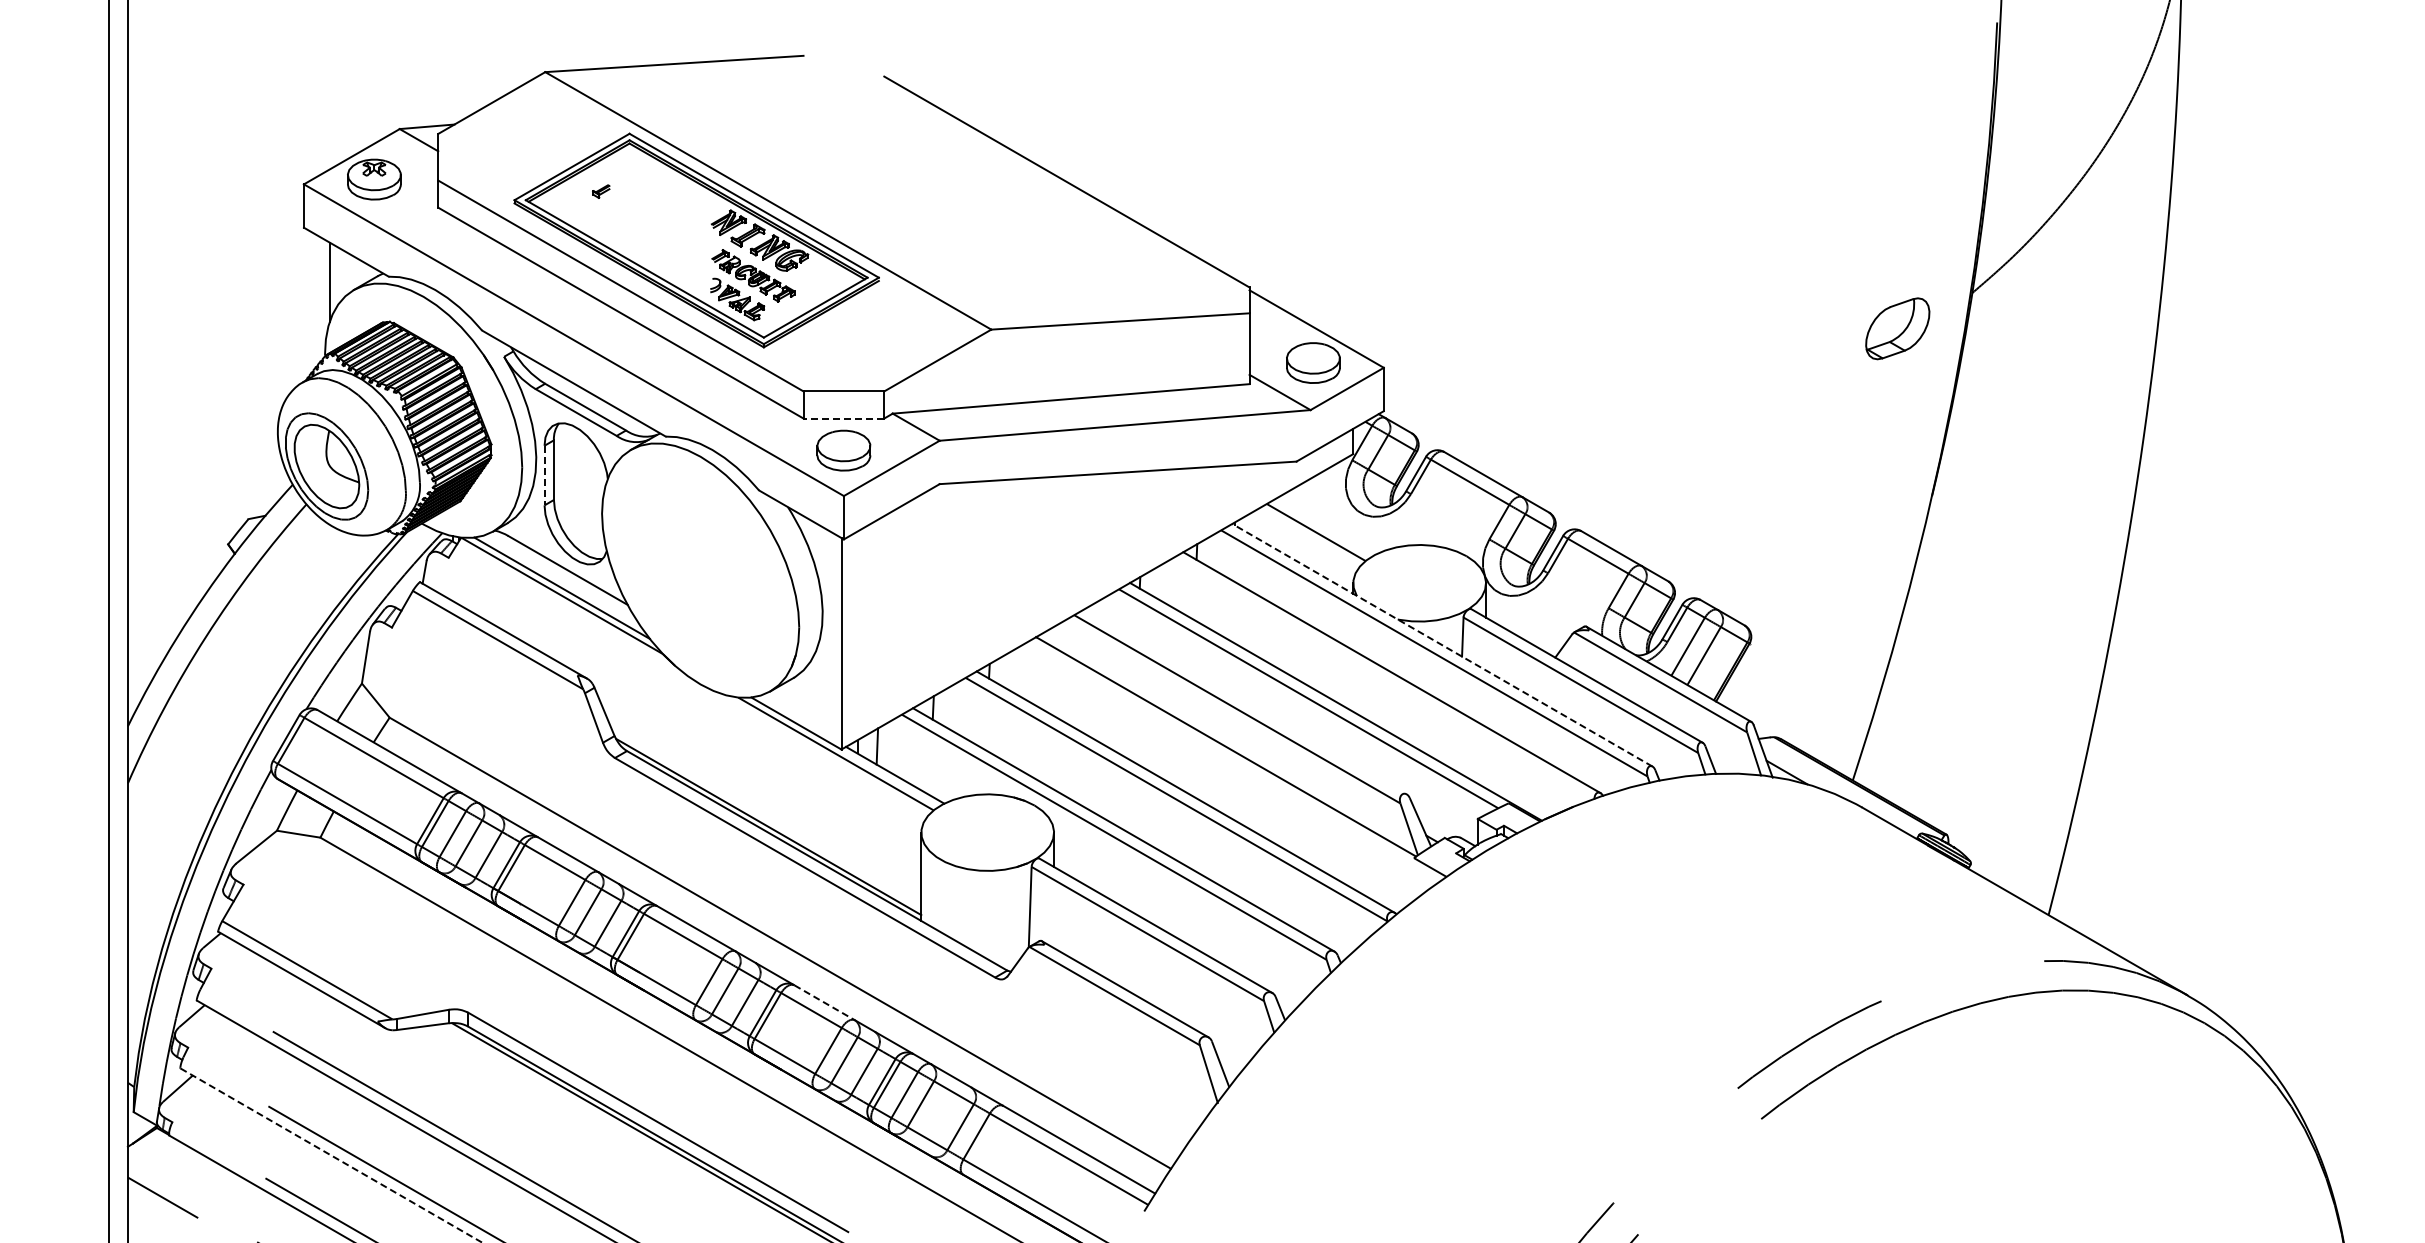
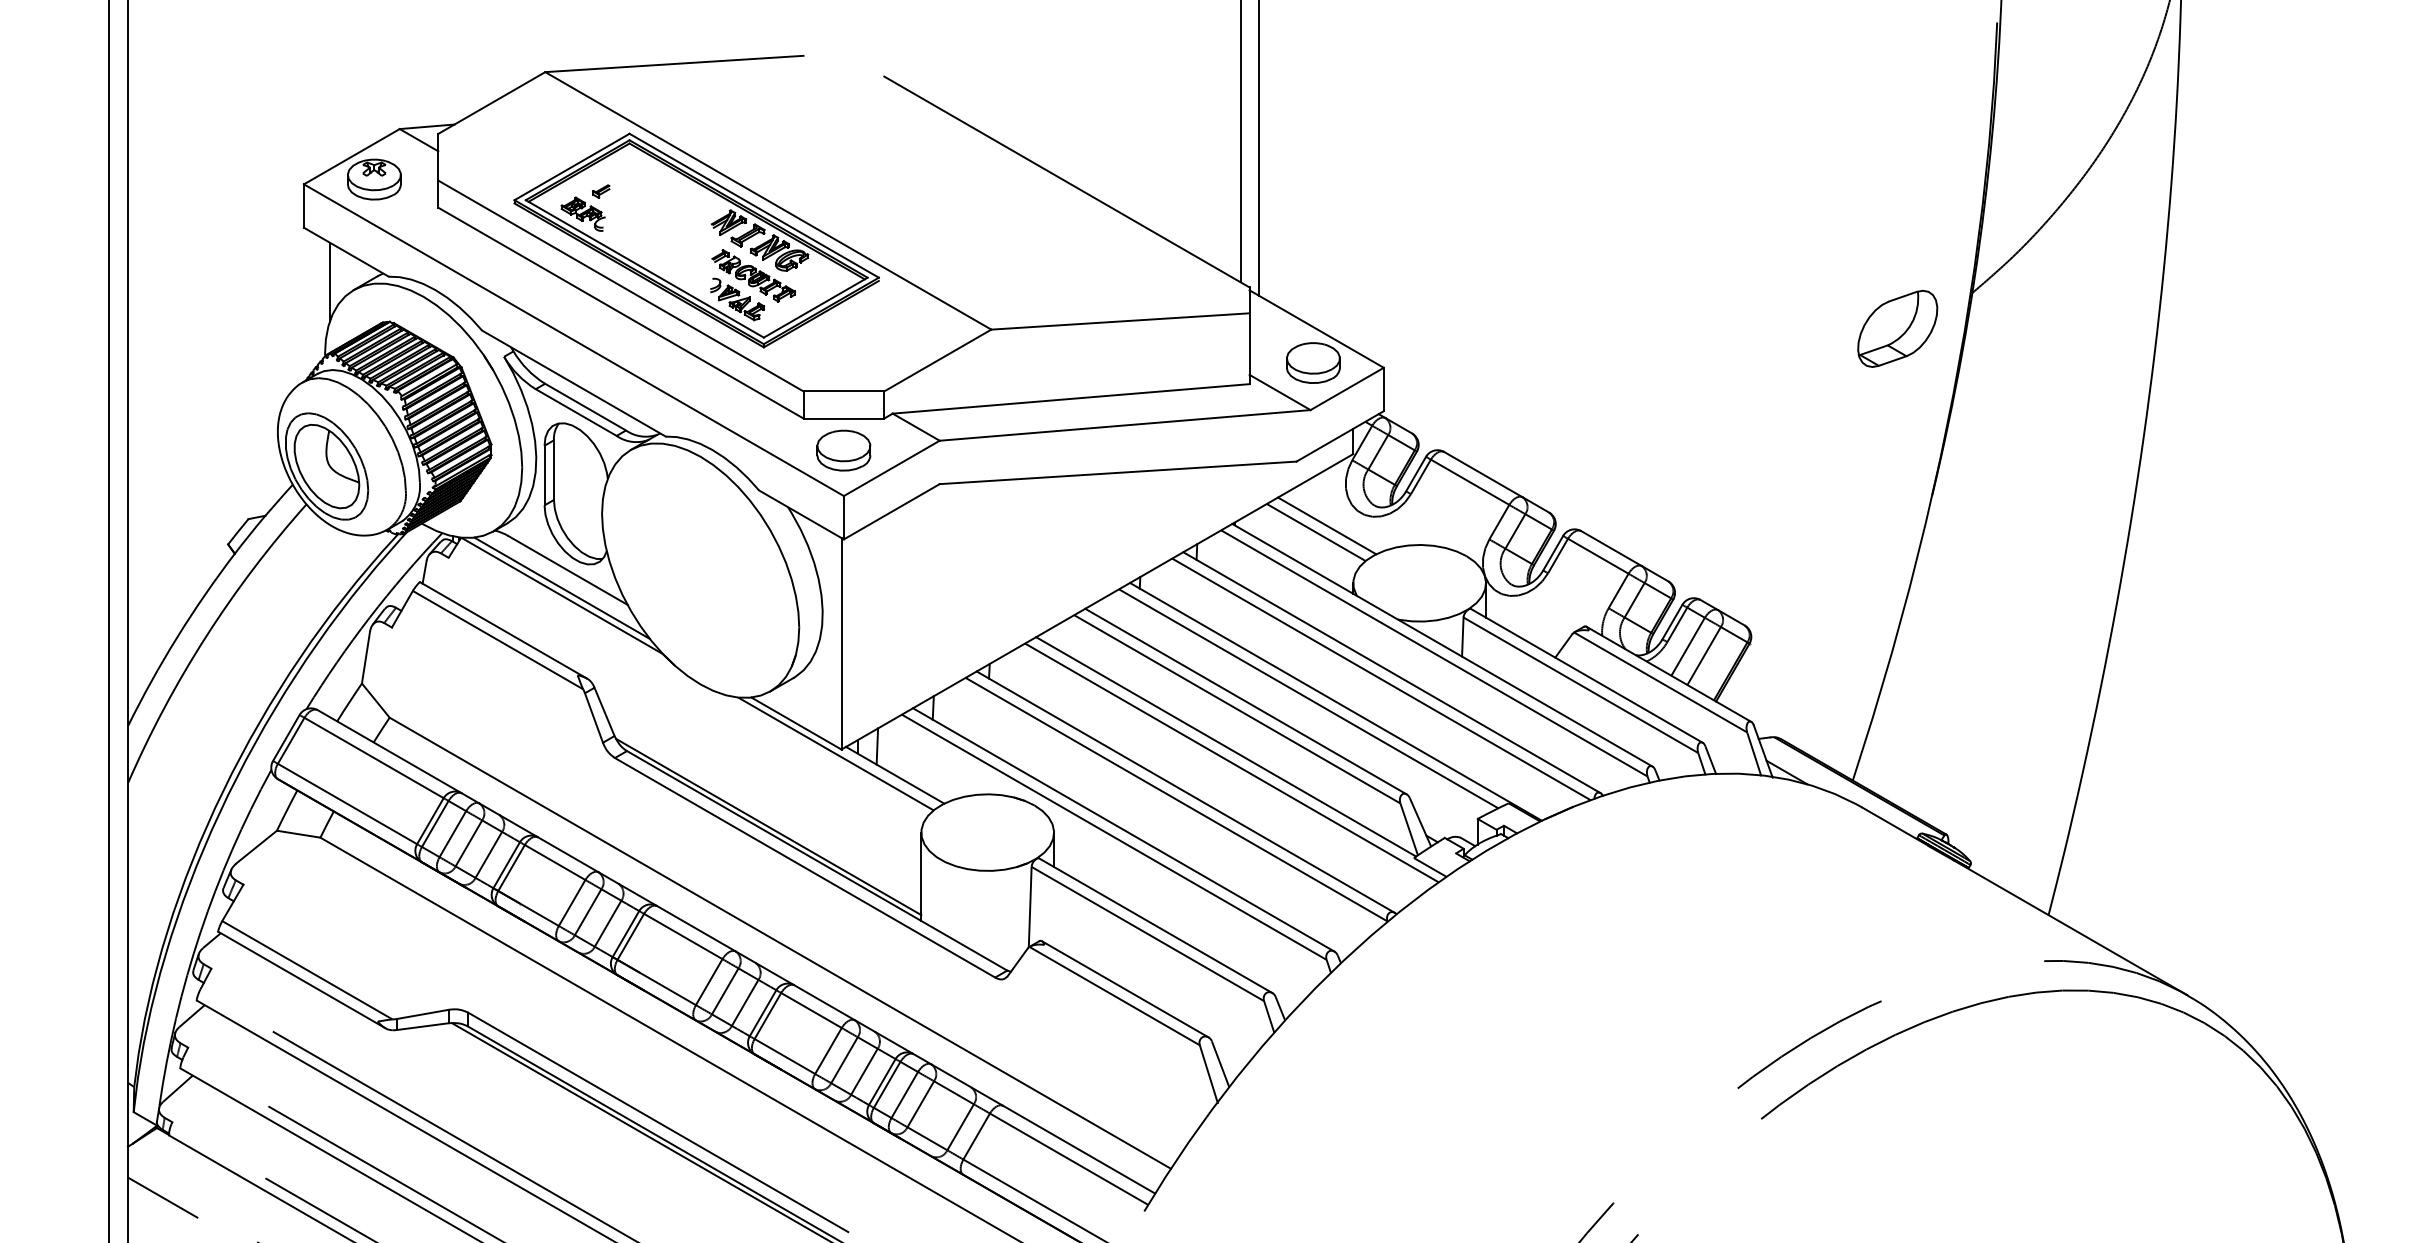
line at (1240, 142): none -> present
line at (1259, 148): none -> present
part at (582, 213): none -> present
part at (1897, 328) size: 66x64 px -> 82x79 px
line at (843, 418): dashed -> solid
line at (544, 475): dashed -> solid
line at (1327, 525): none -> present
line at (1442, 645): dashed -> solid
line at (1381, 679): none -> present
line at (1245, 701): none -> present
line at (1231, 762): none -> present
line at (824, 1002): dashed -> solid
line at (332, 1155): dashed -> solid
